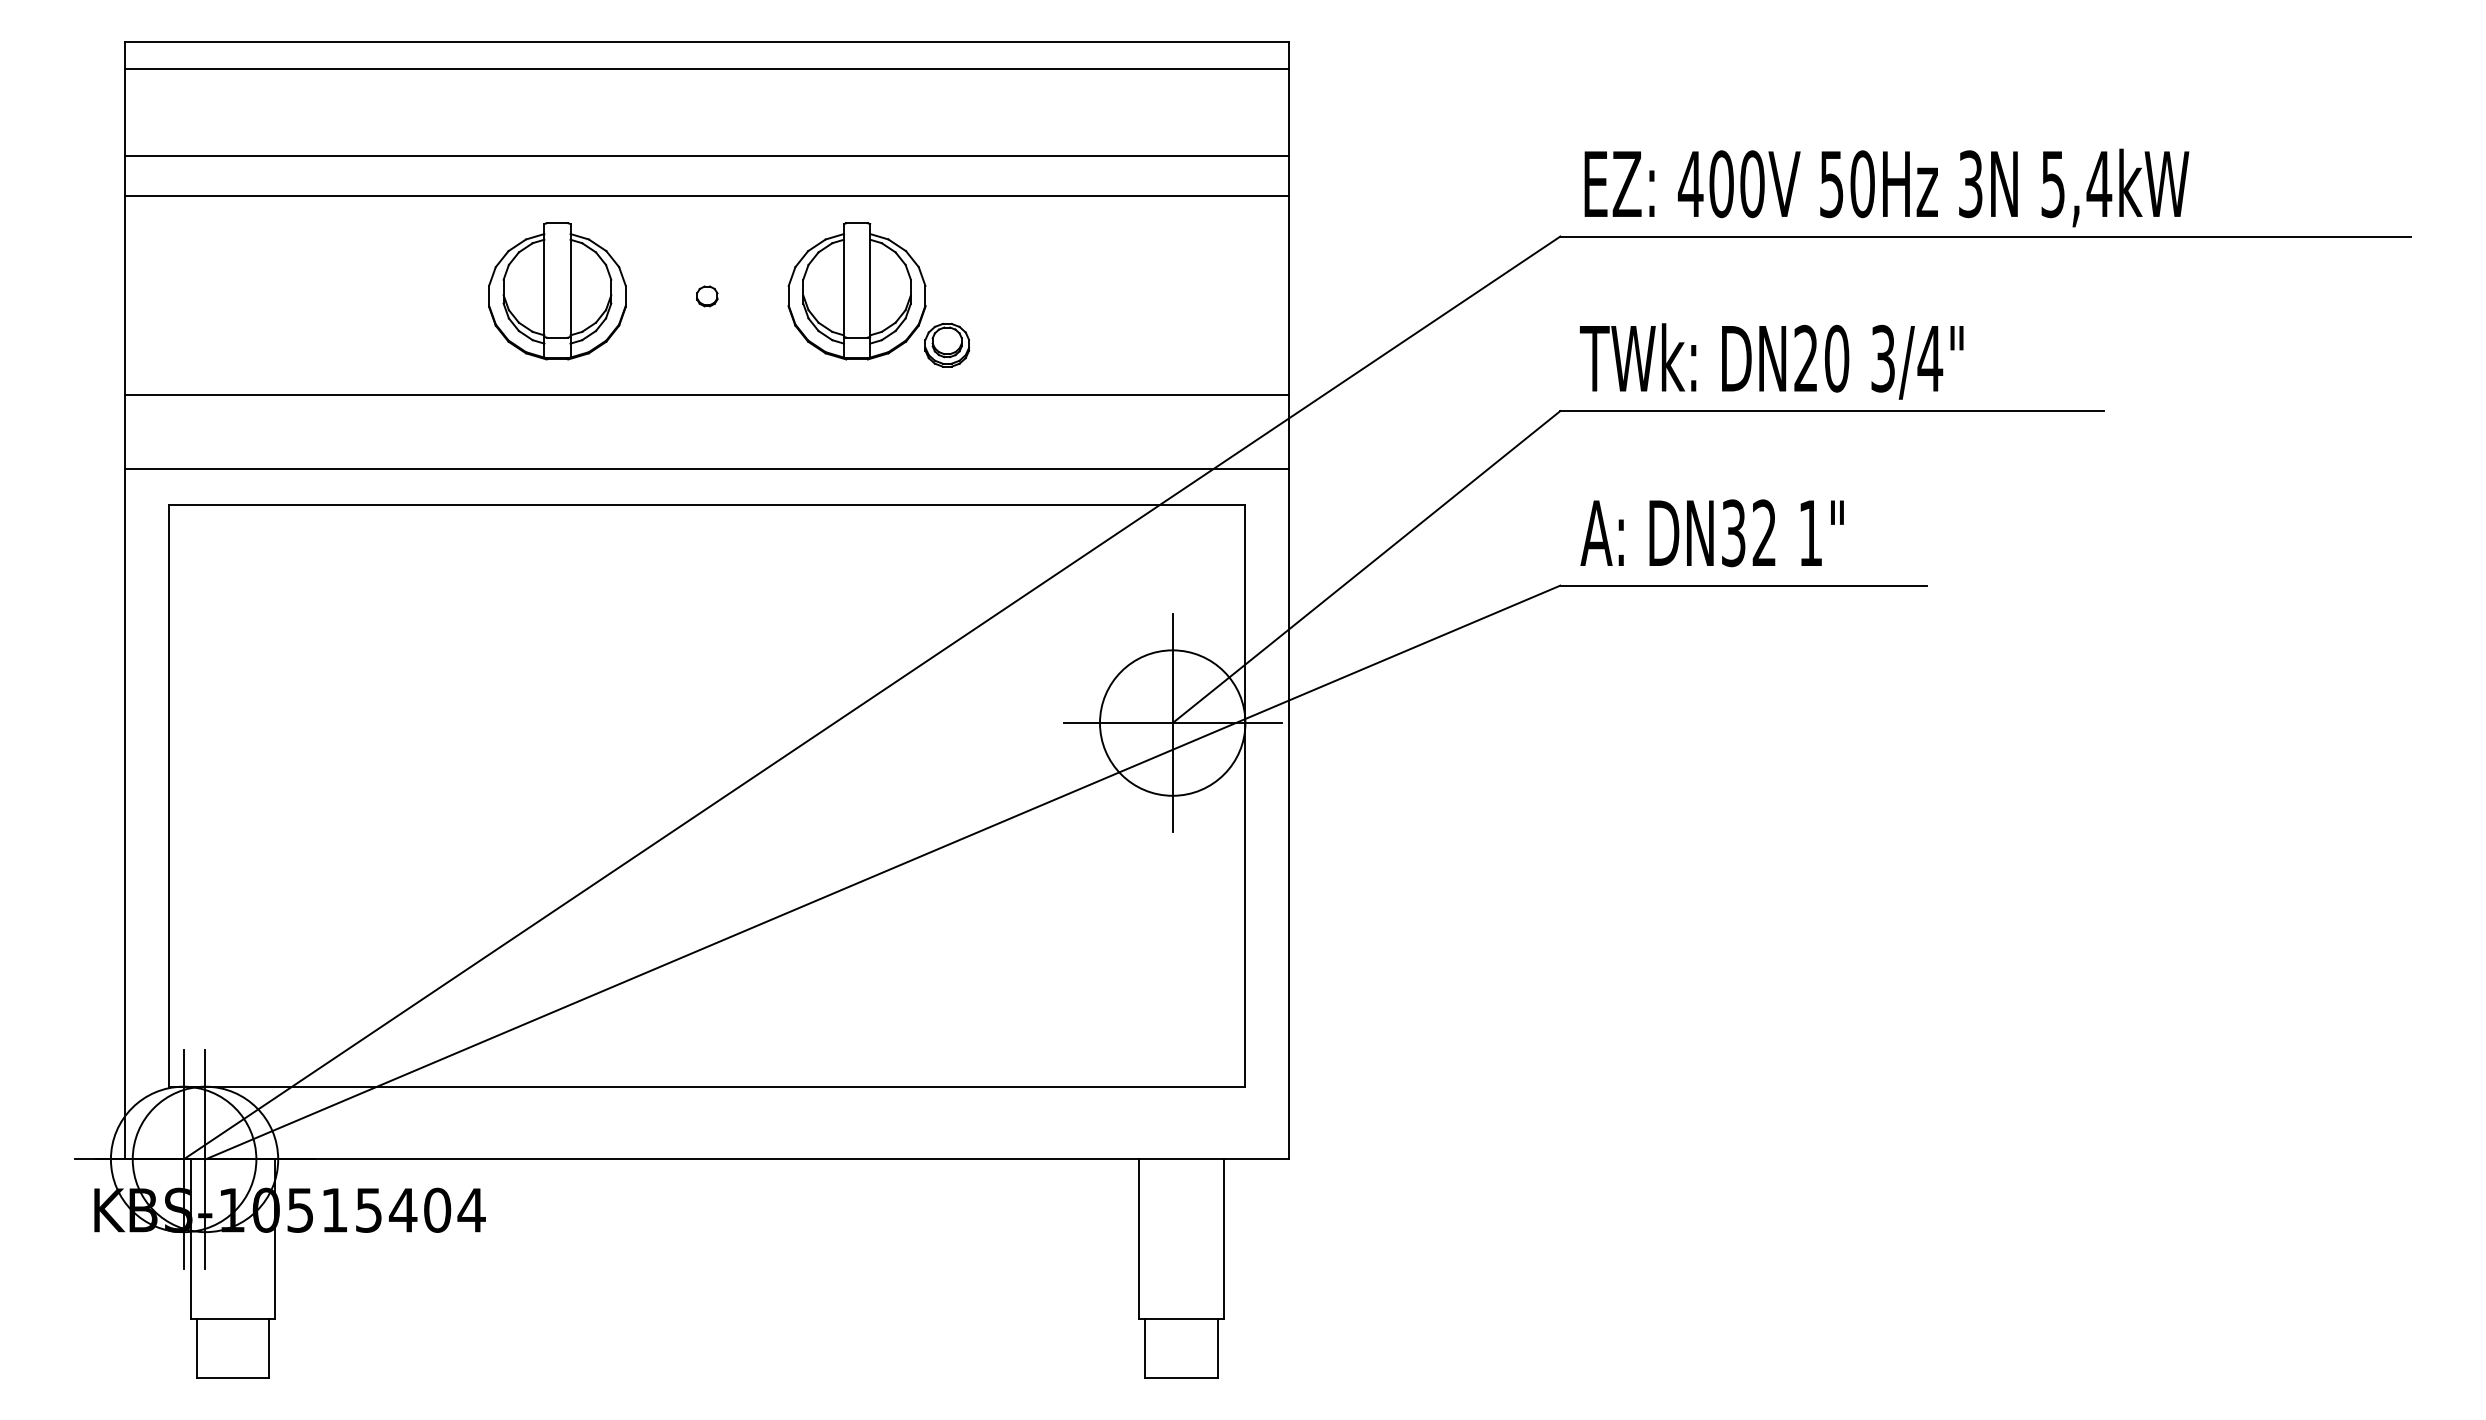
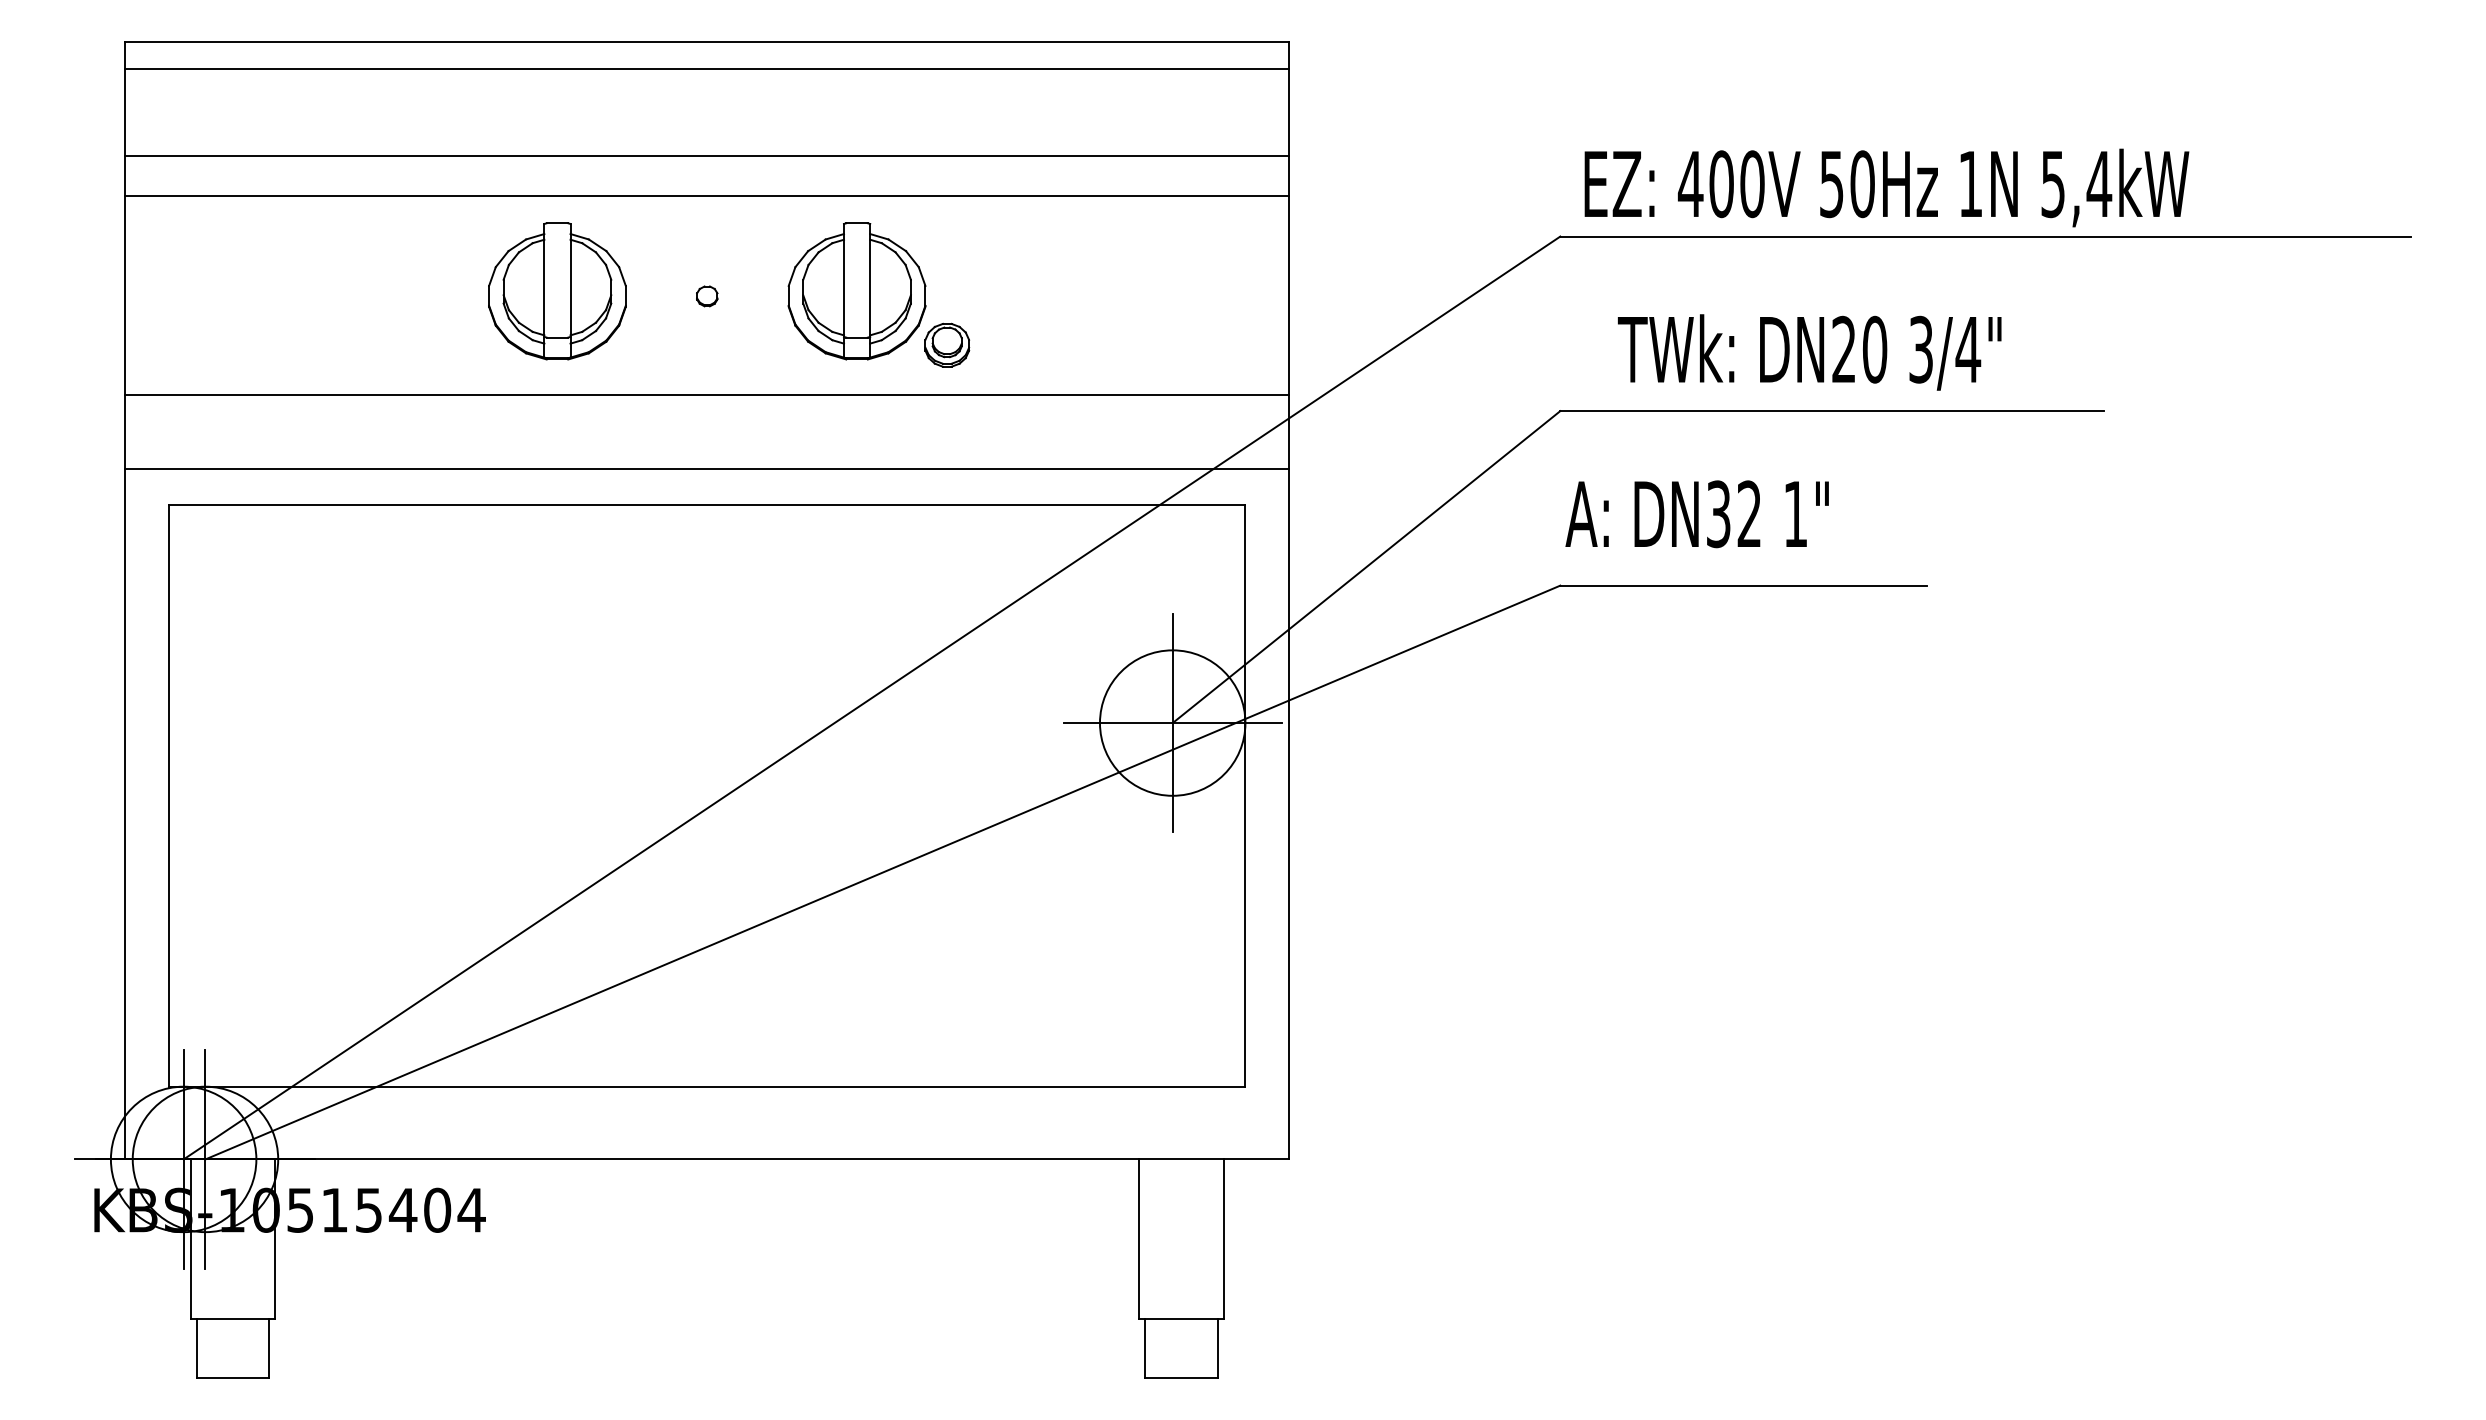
text at (1970, 184): 3N -> 1N
text at (1771, 361) position: (1771, 361) -> (1809, 352)
text at (1711, 533) position: (1711, 533) -> (1696, 514)
